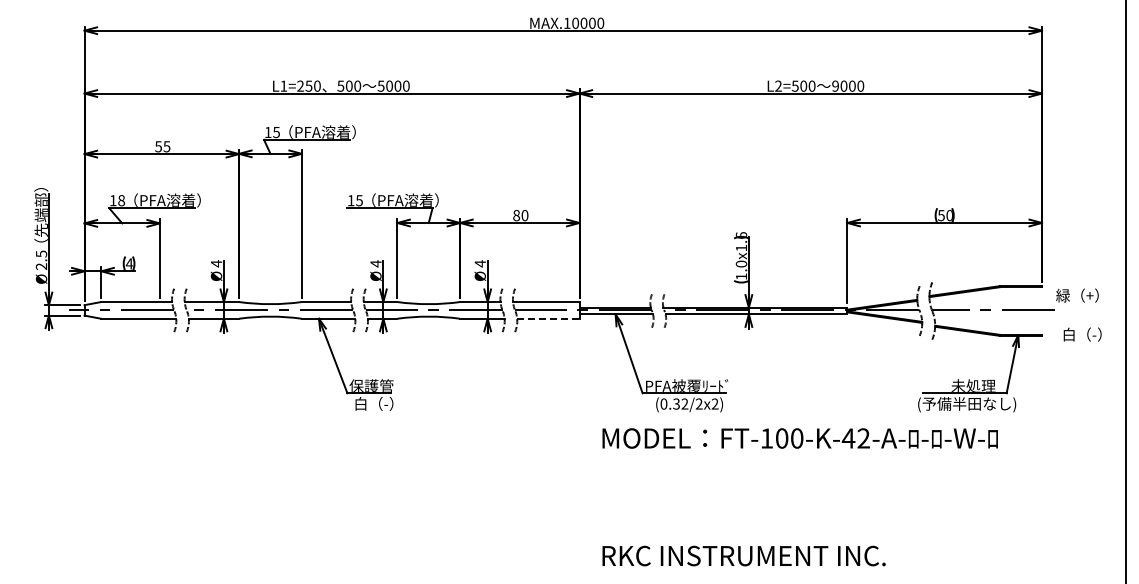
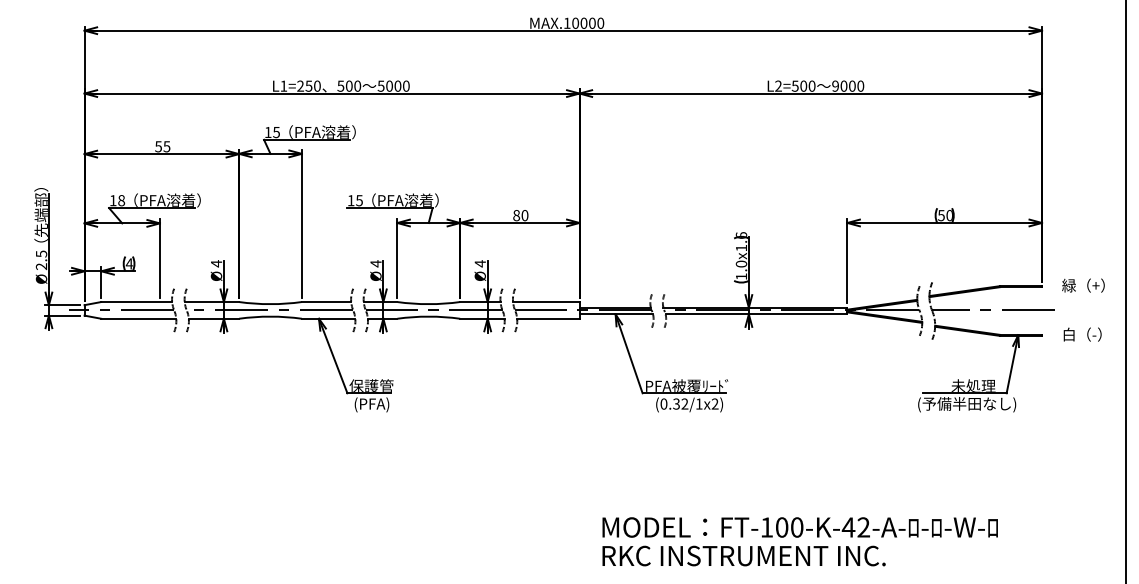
text at (1077, 295) position: (1077, 295) -> (1083, 285)
line at (548, 318): dashed -> solid
text at (698, 403): (0.32/2x2) -> (0.32/1x2)
text at (373, 404): 白（-） -> (PFA)
text at (799, 438) position: (799, 438) -> (799, 527)
